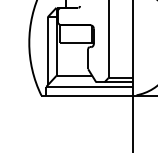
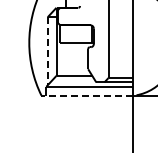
line at (47, 51): solid -> dashed
line at (87, 95): solid -> dashed
